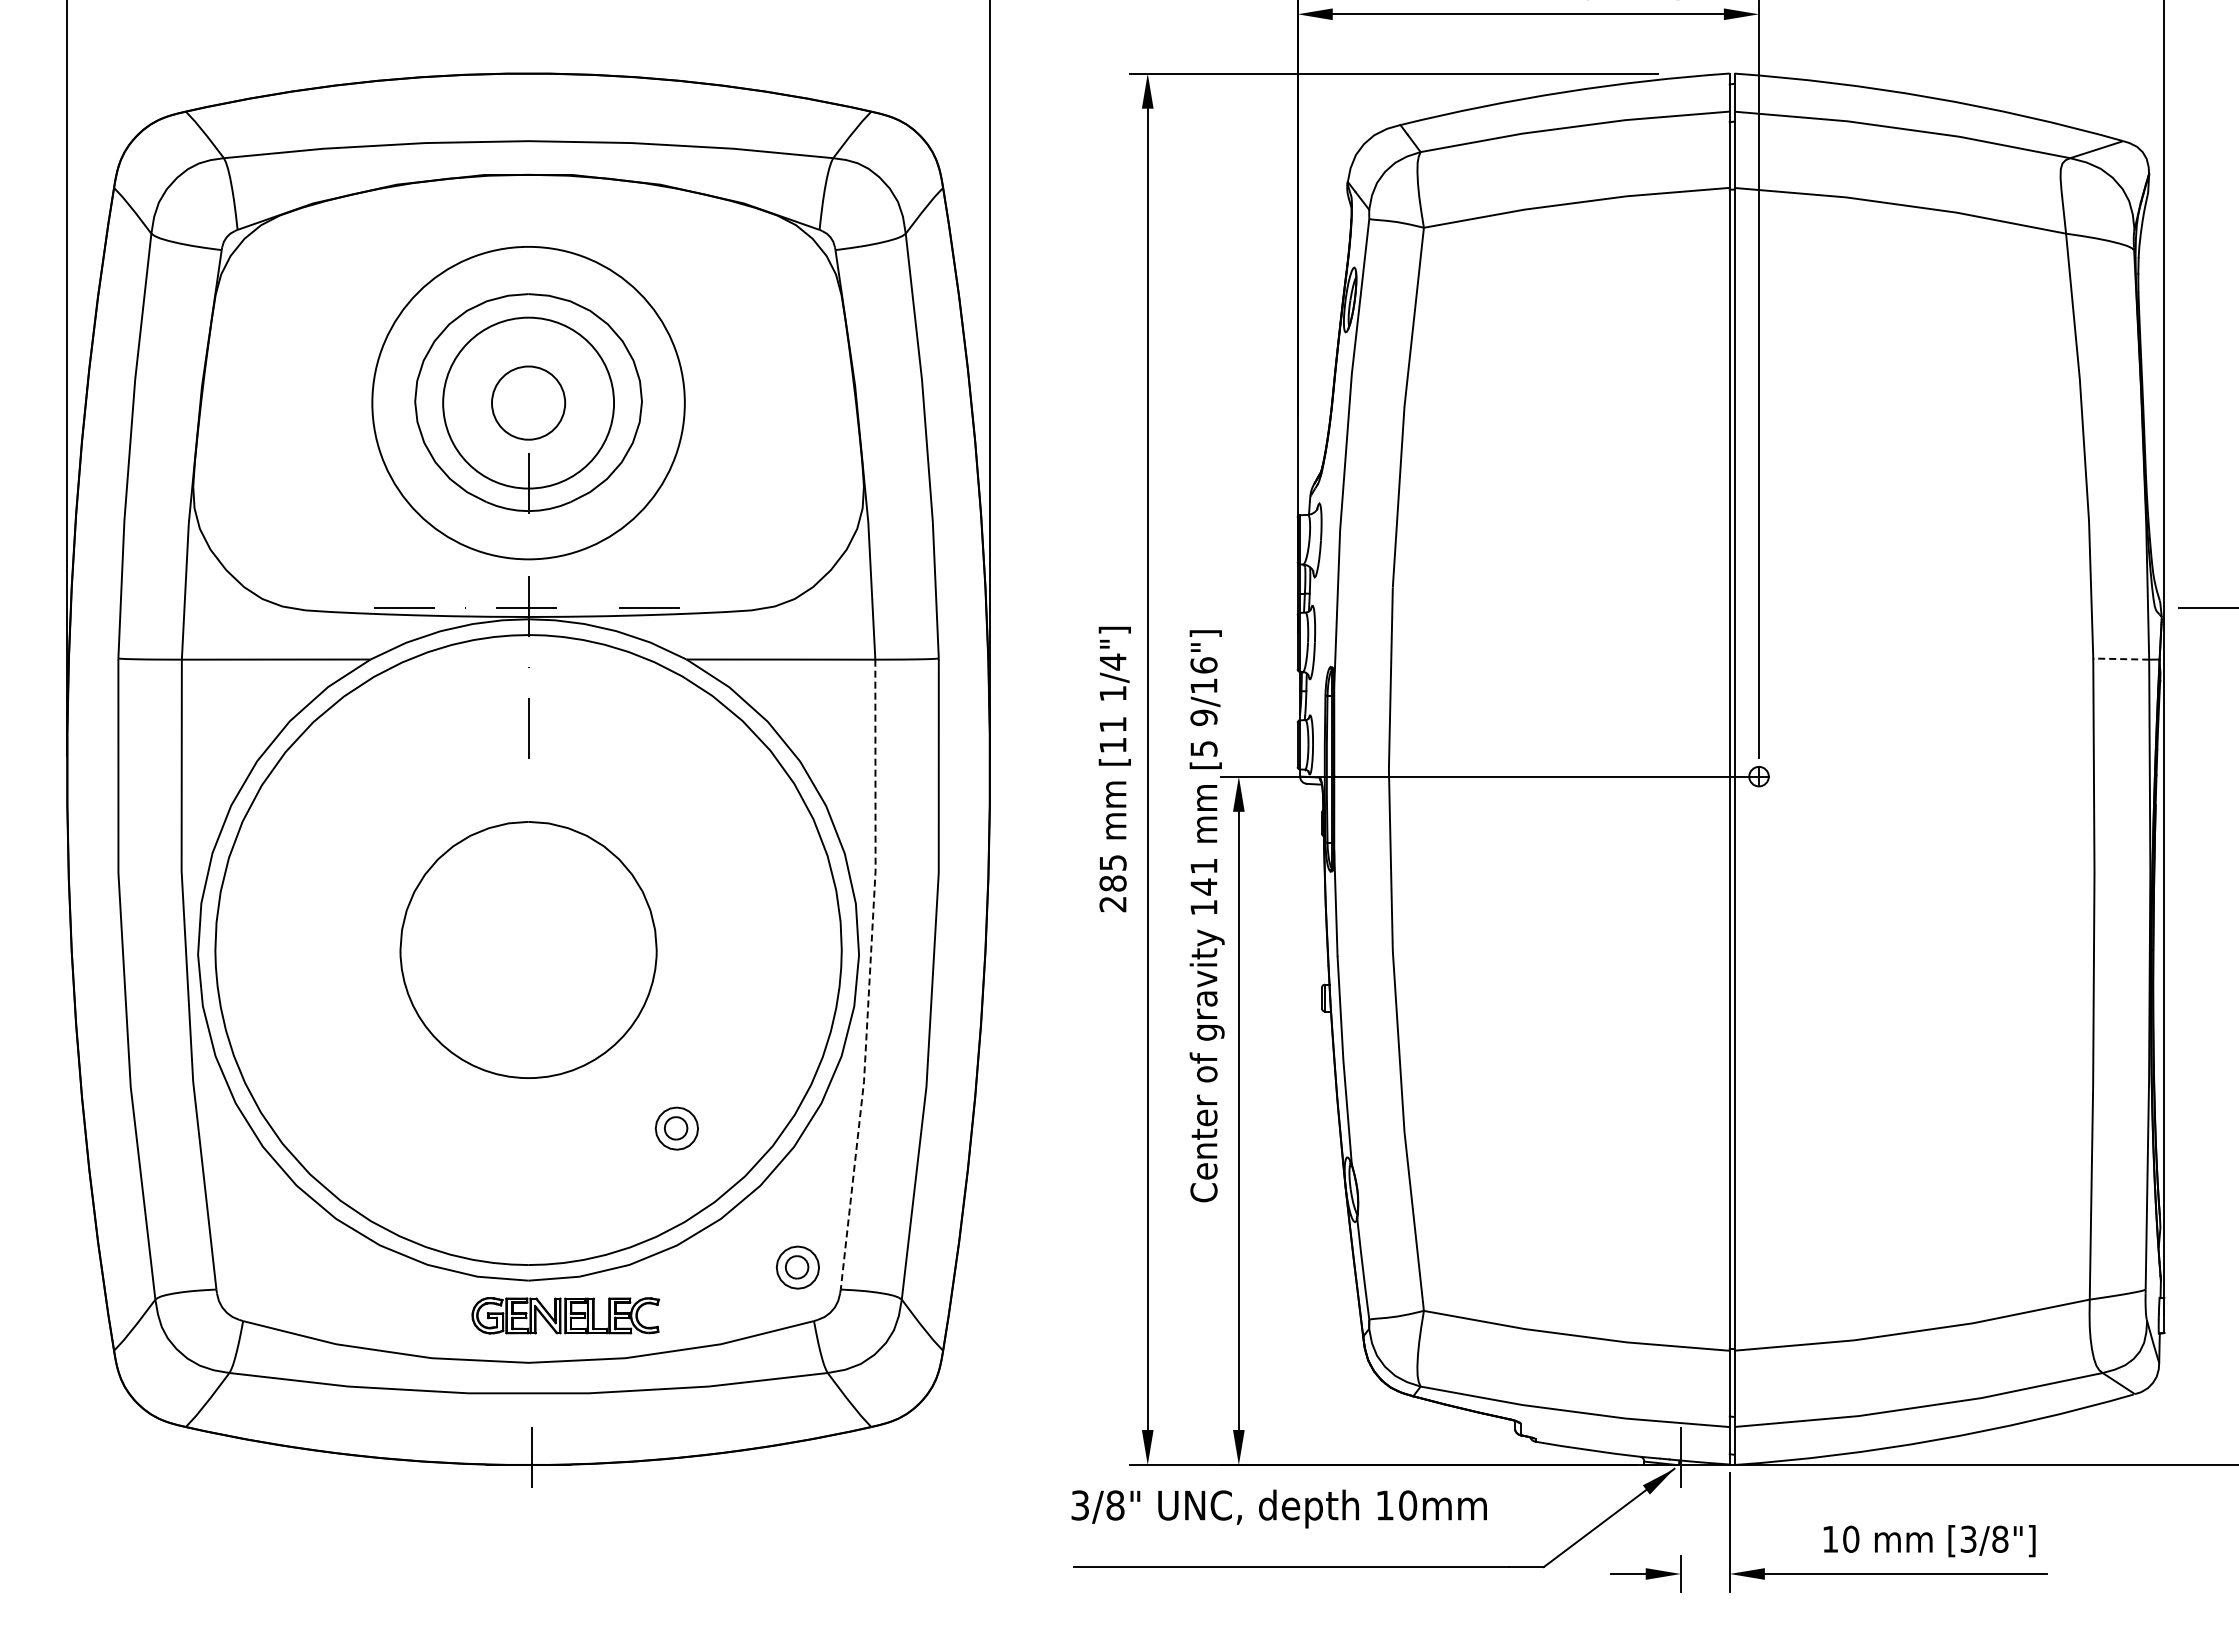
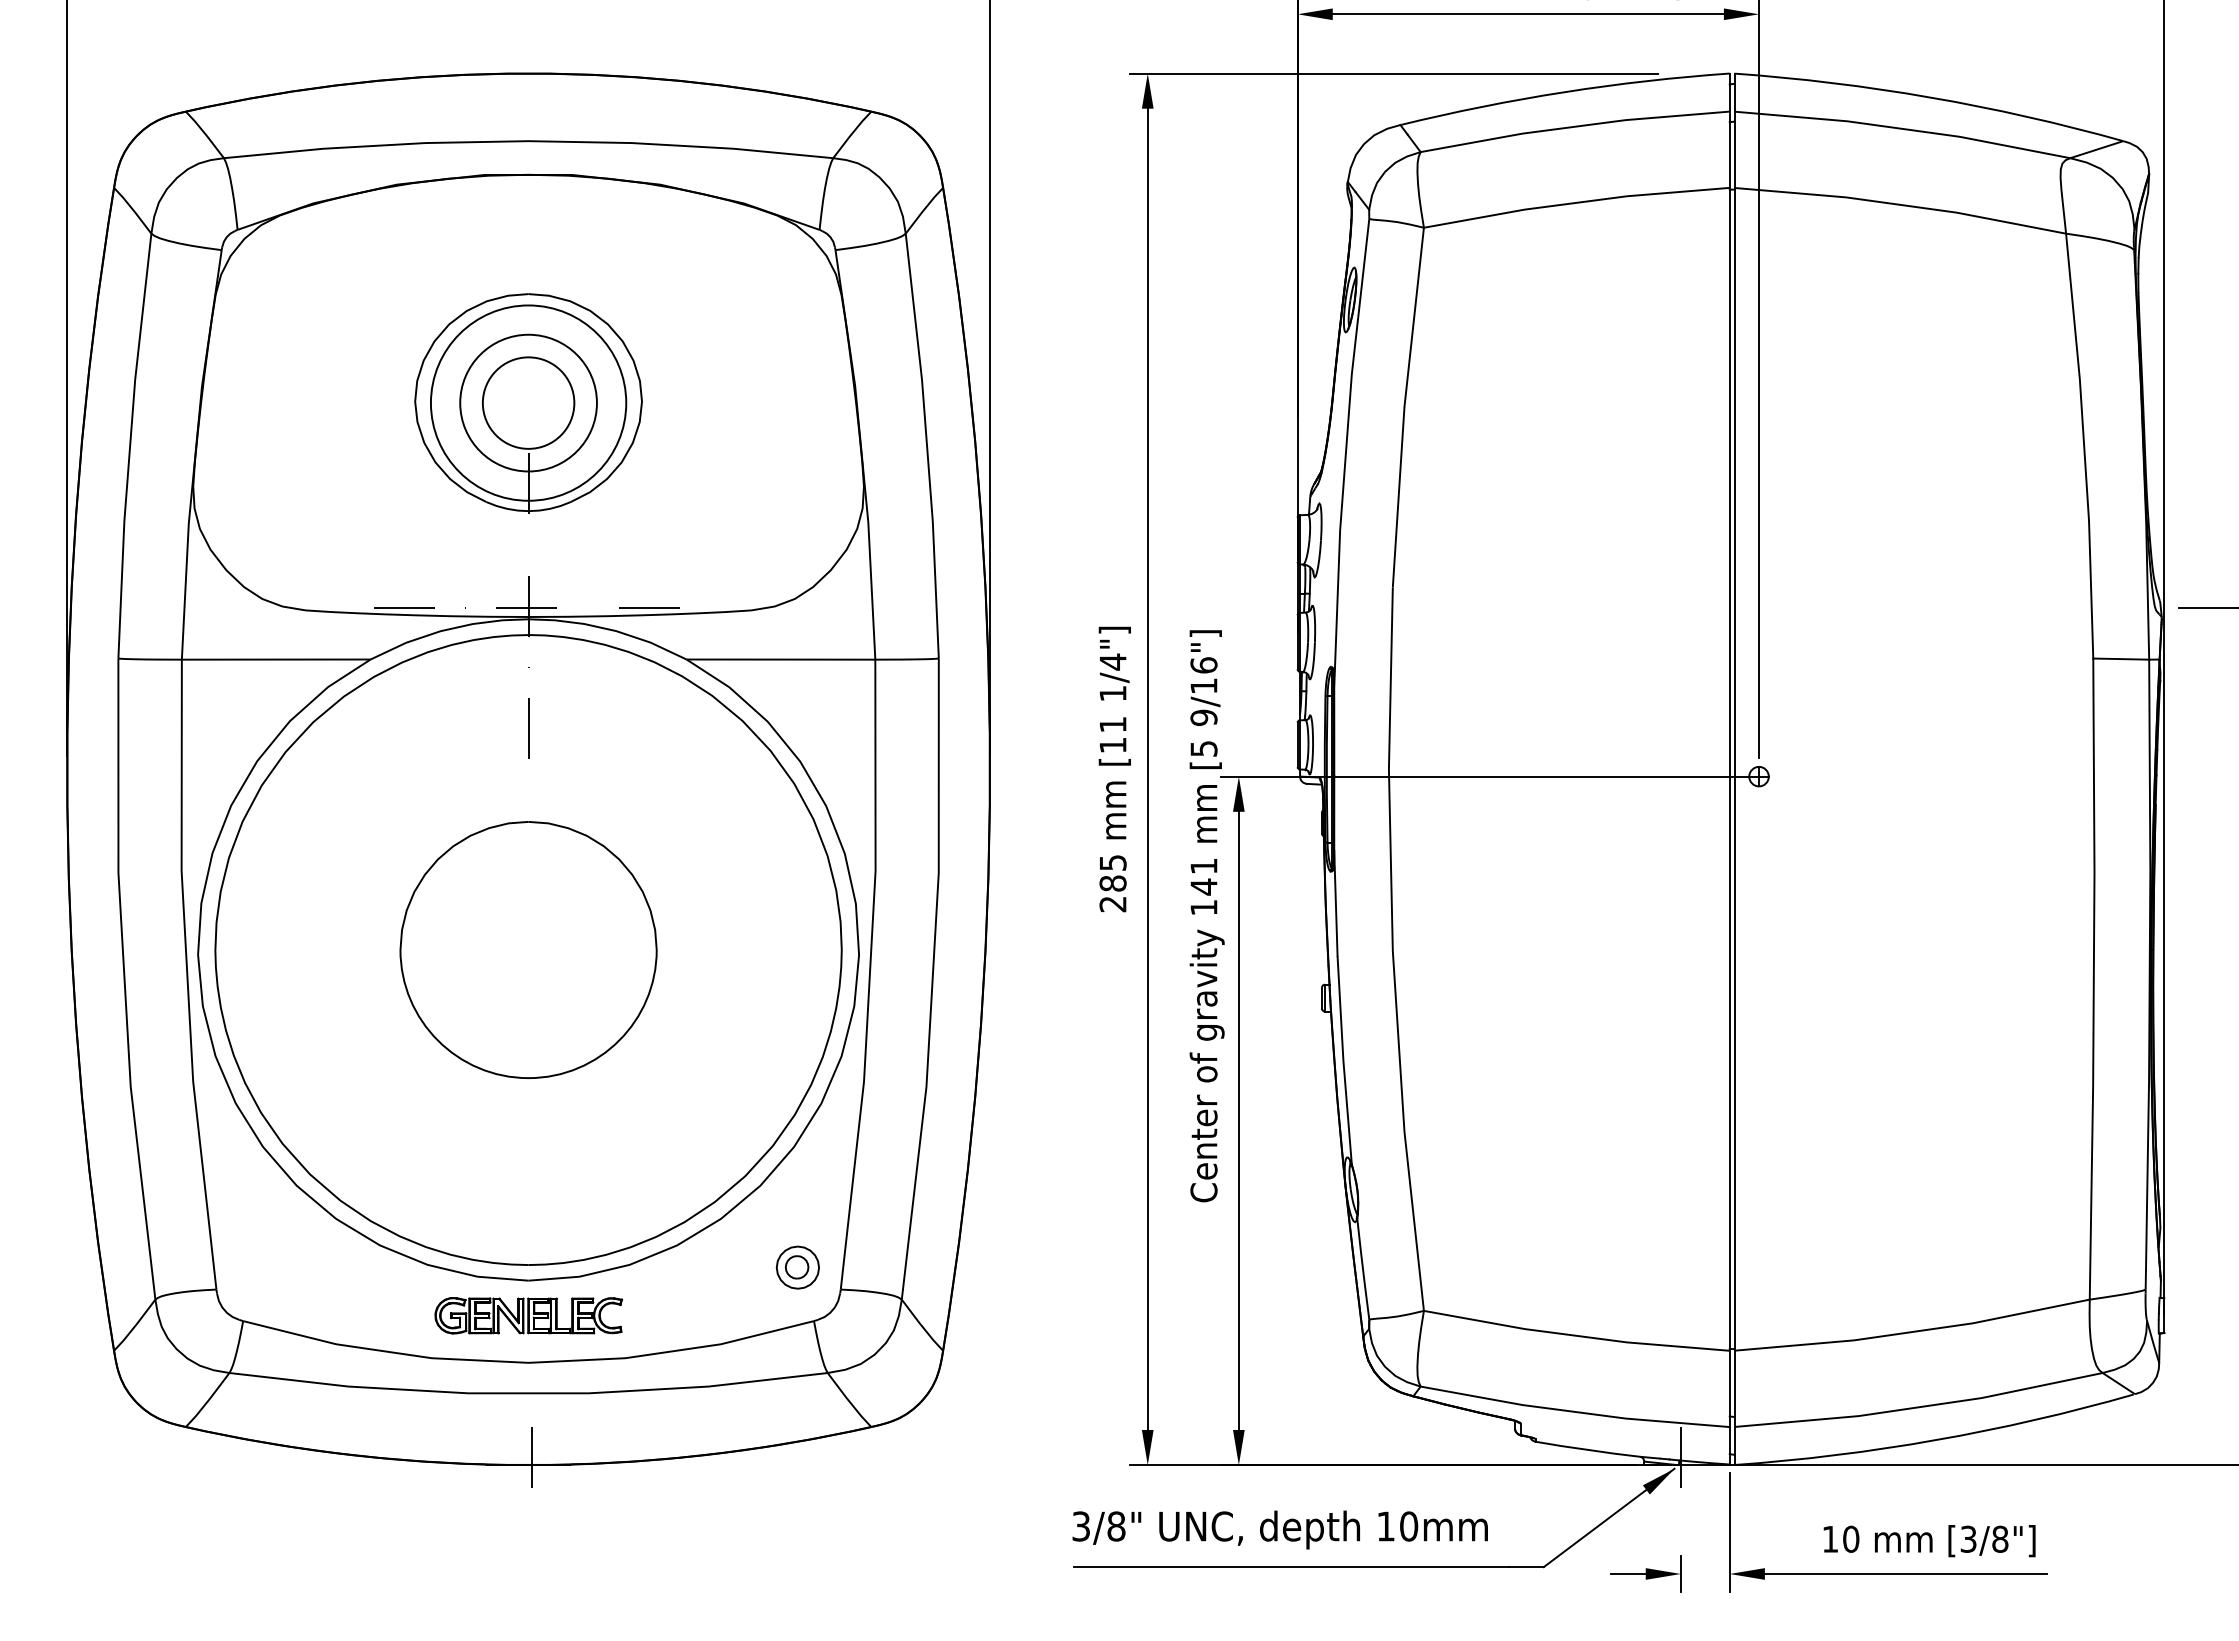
circle at (528, 402) diameter: 171 px -> 137 px
circle at (528, 402) diameter: 313 px -> 195 px
circle at (528, 402) diameter: 73 px -> 92 px
line at (2121, 659): dashed -> solid
line at (869, 975): dashed -> solid
part at (676, 1128): present -> none
part at (565, 1315) position: (565, 1315) -> (528, 1315)
text at (1278, 1508) position: (1278, 1508) -> (1279, 1529)
